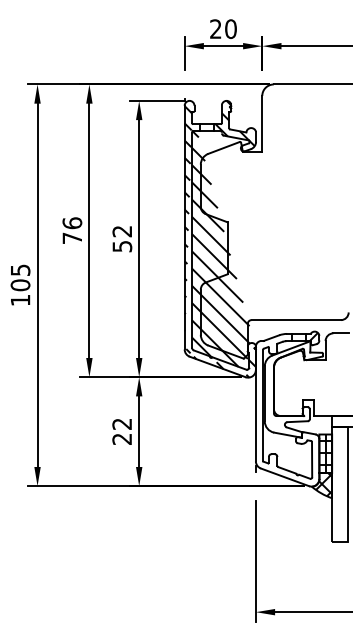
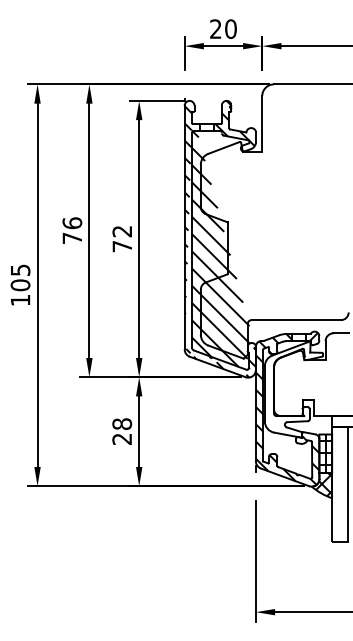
text at (122, 246): 52 -> 72
hatch at (287, 408): none -> present
text at (122, 423): 22 -> 28
